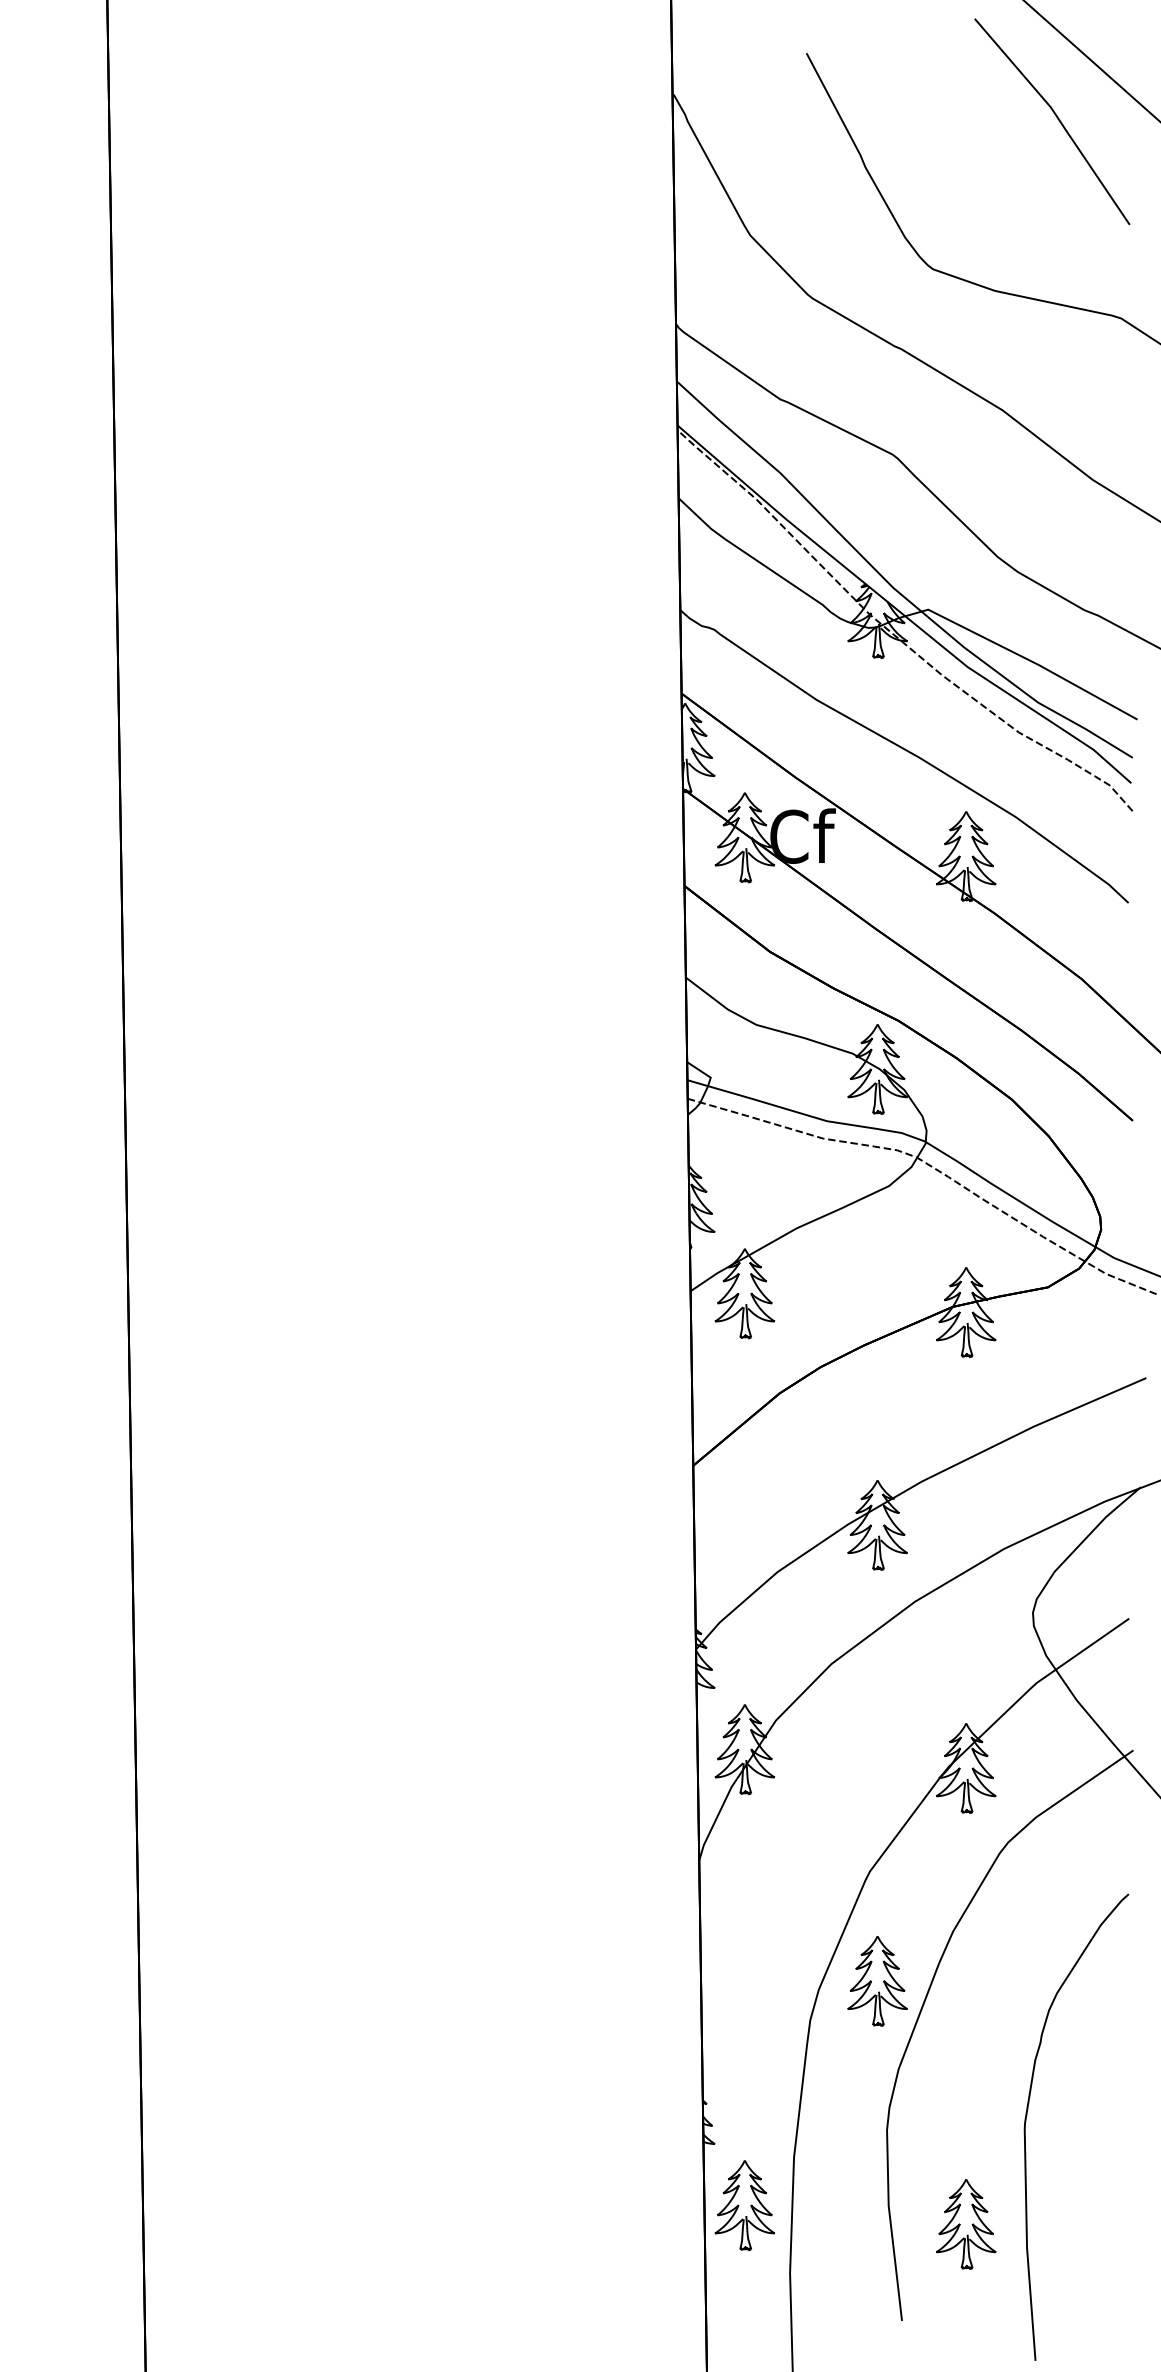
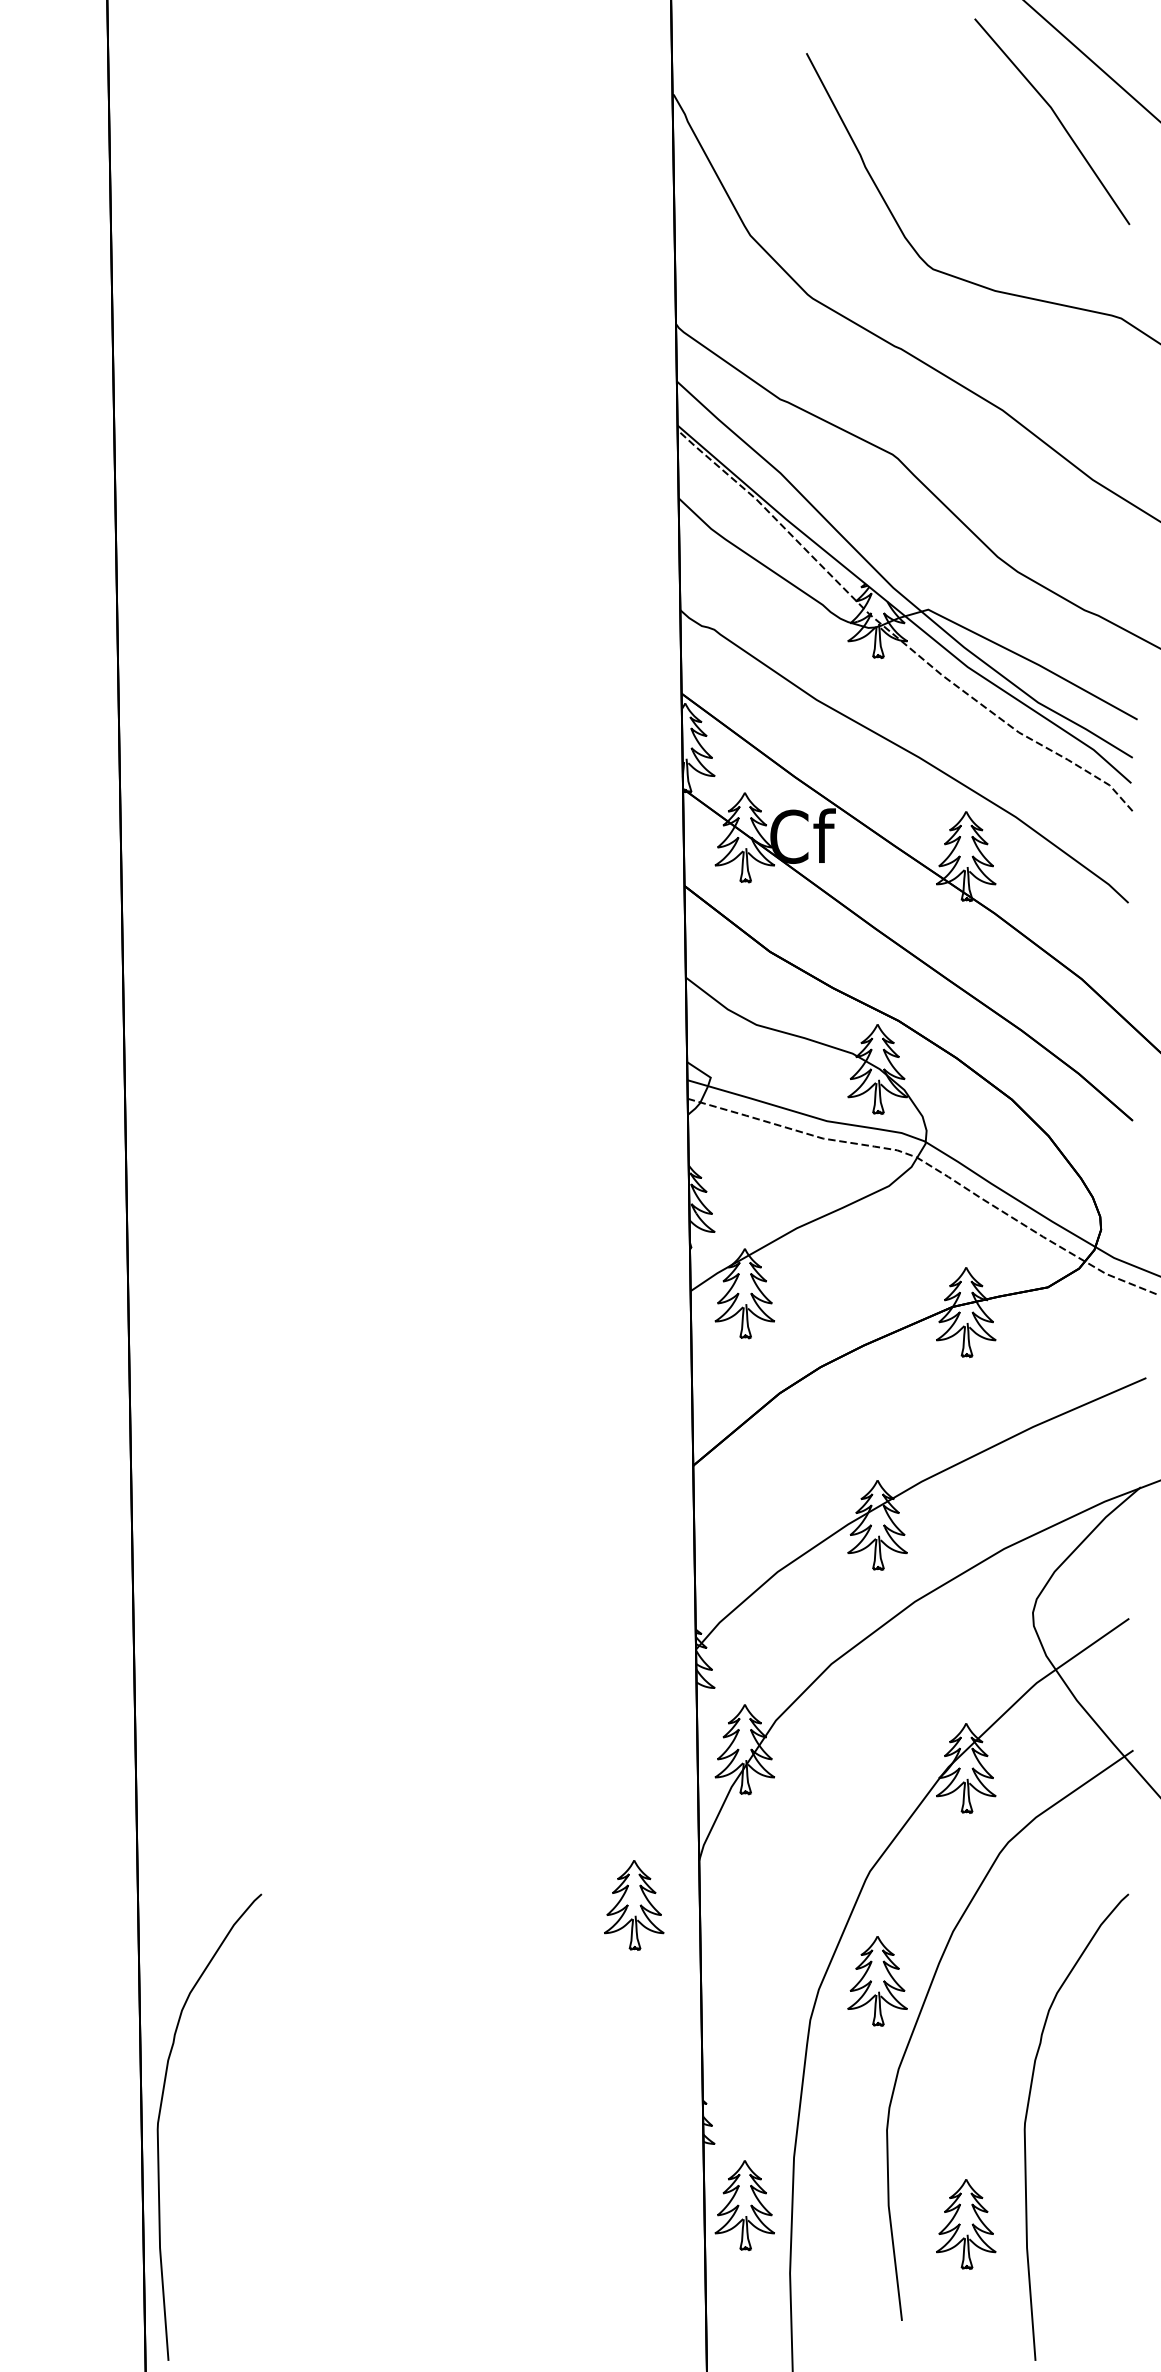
part at (634, 1905): none -> present
curve at (160, 2115): none -> present
